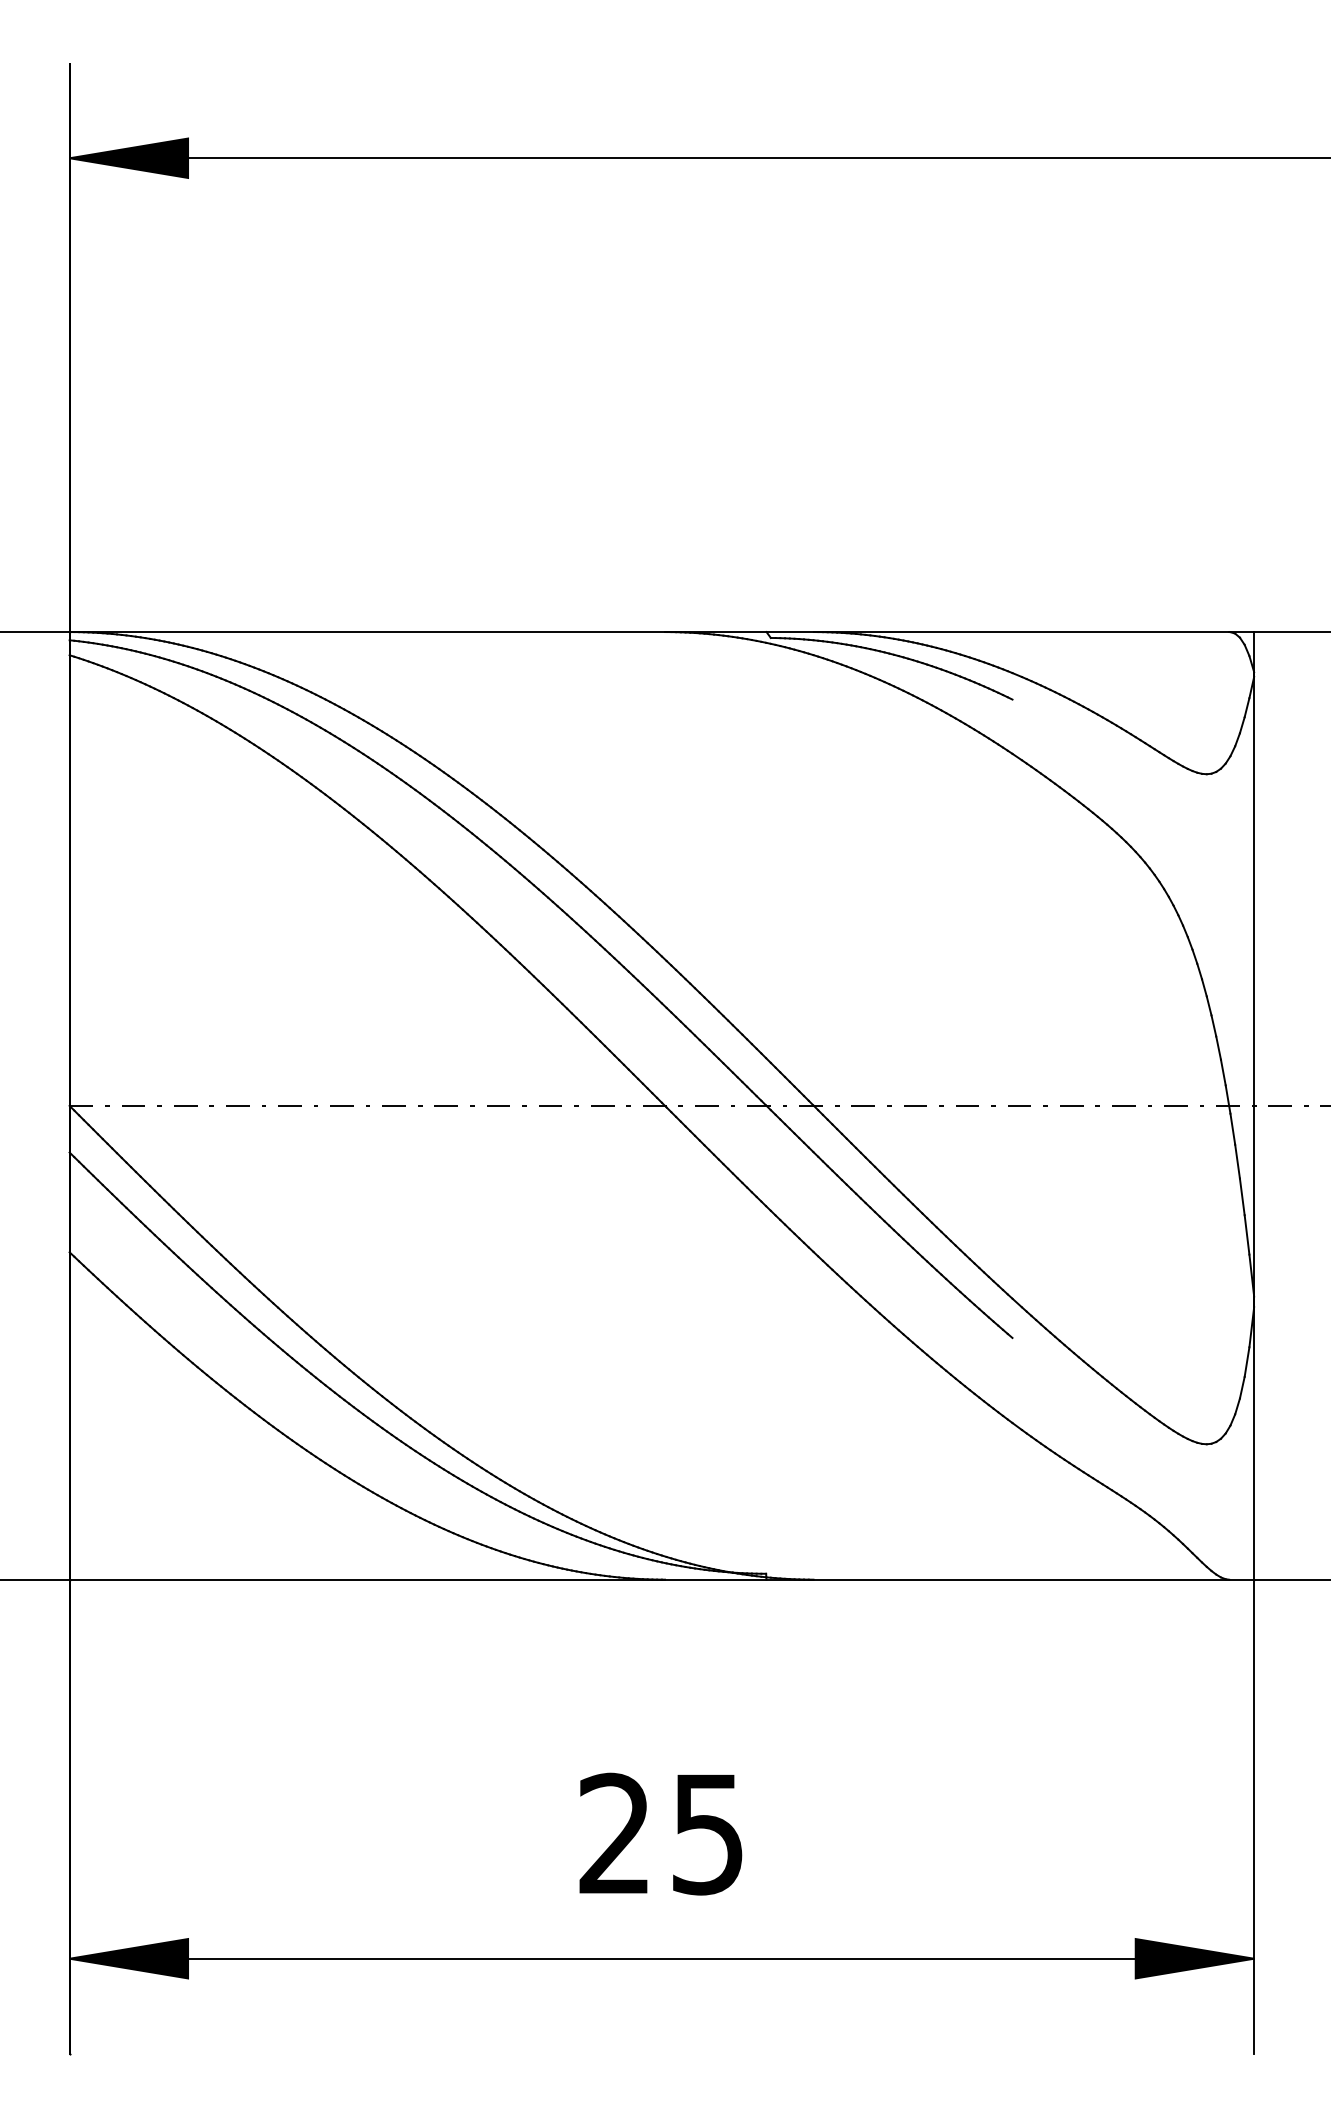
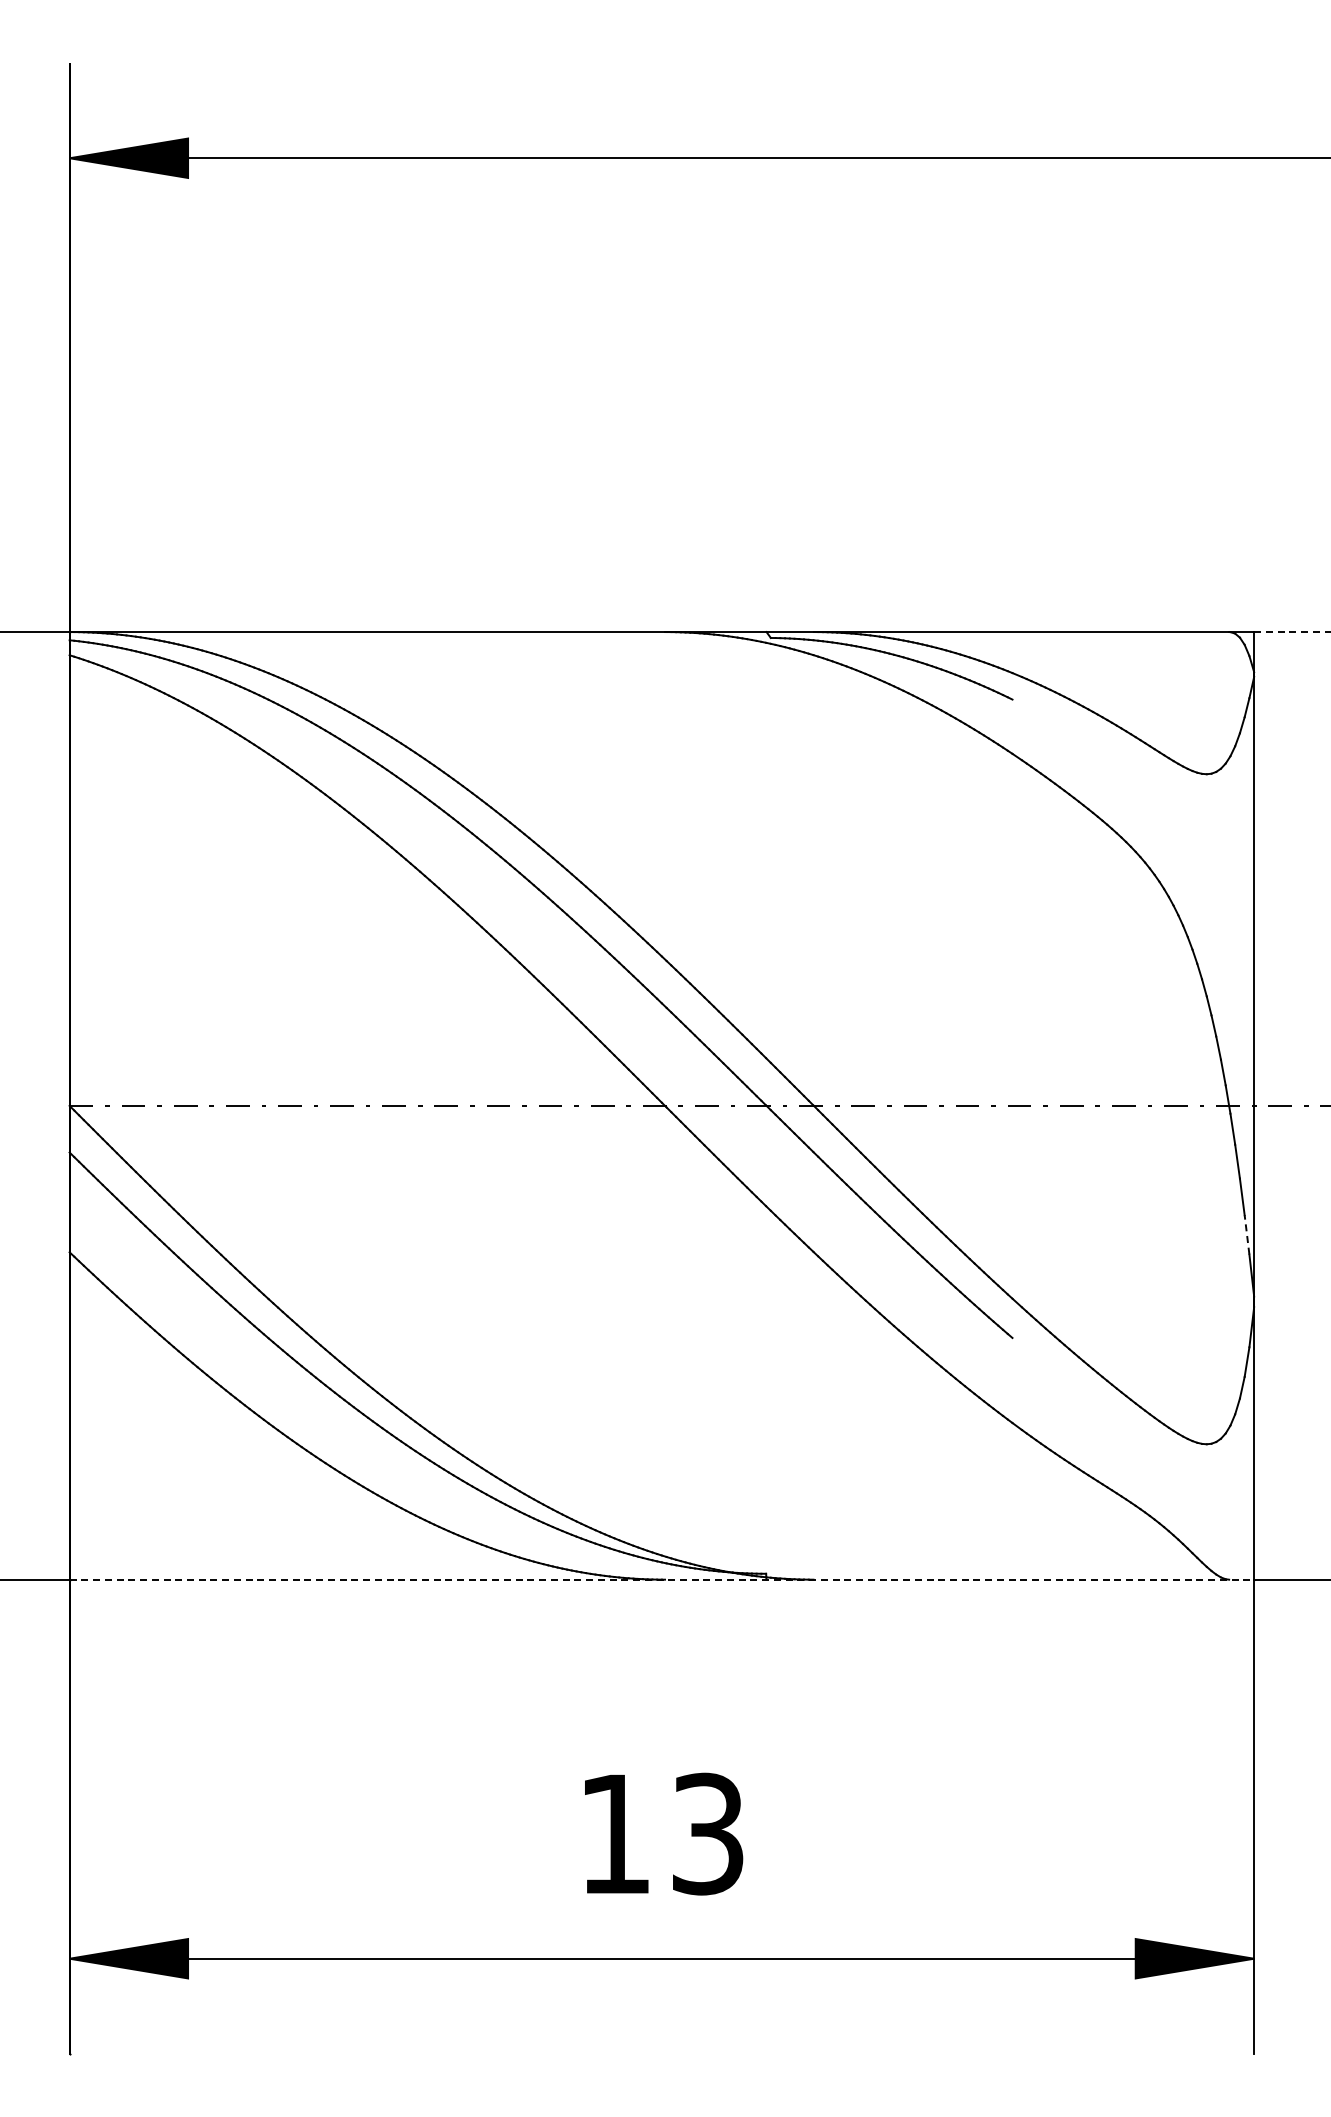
line at (1292, 632): solid -> dashed
line at (1247, 1234): solid -> dashed
line at (662, 1579): solid -> dashed
text at (661, 1833): 25 -> 13
